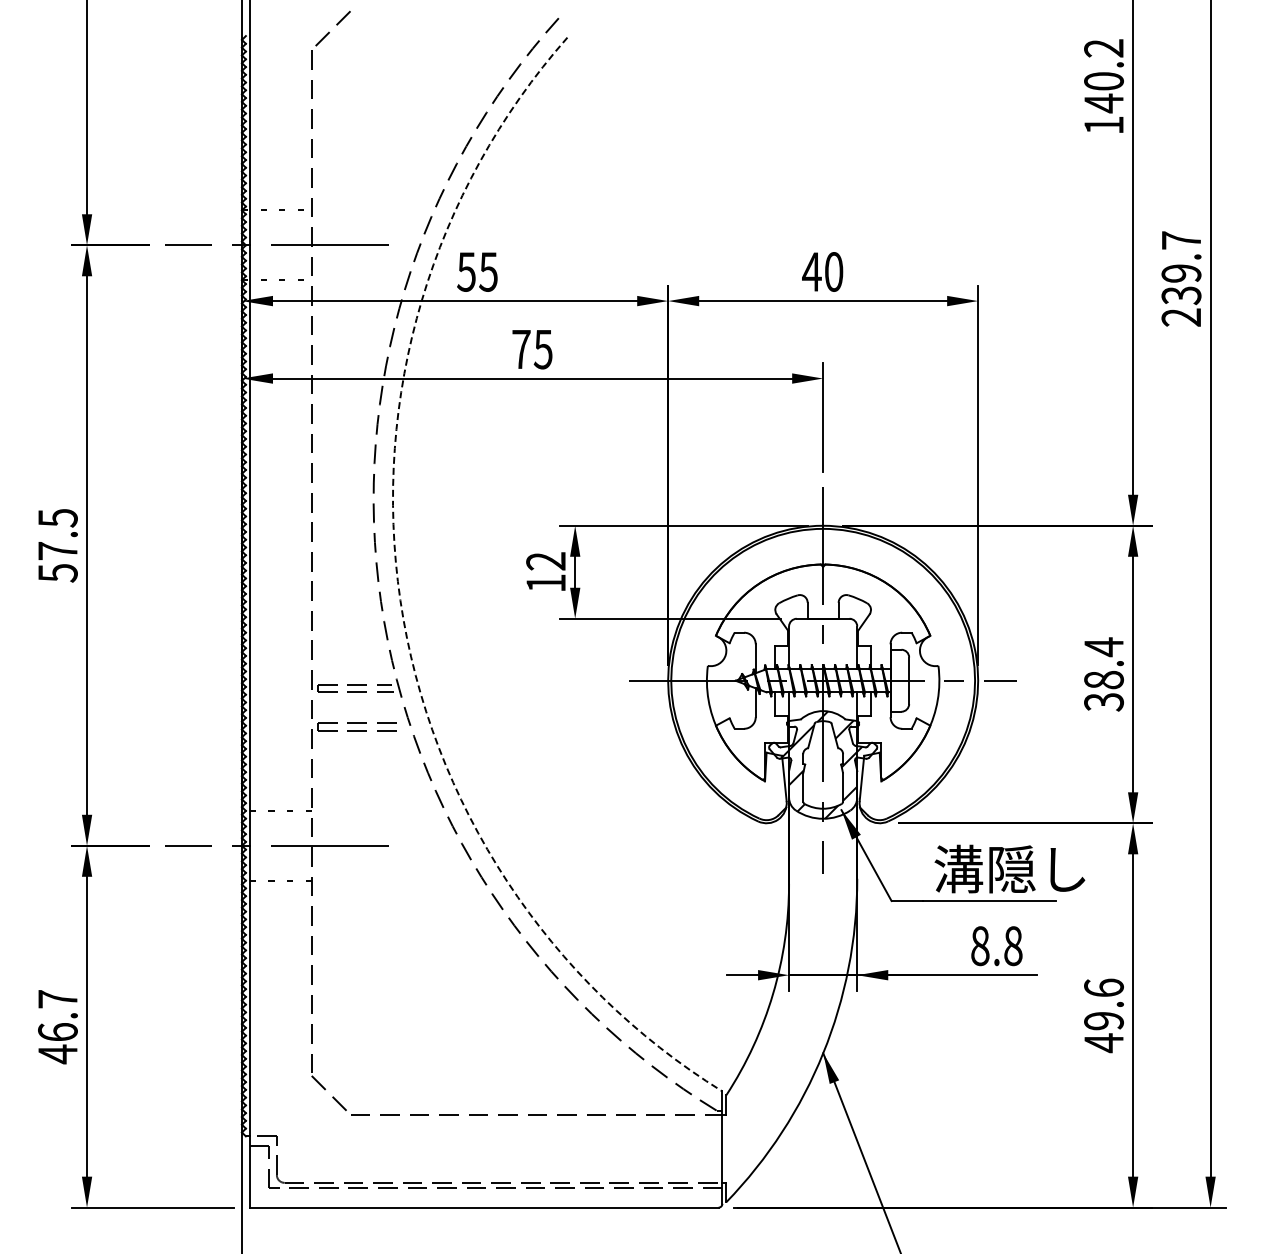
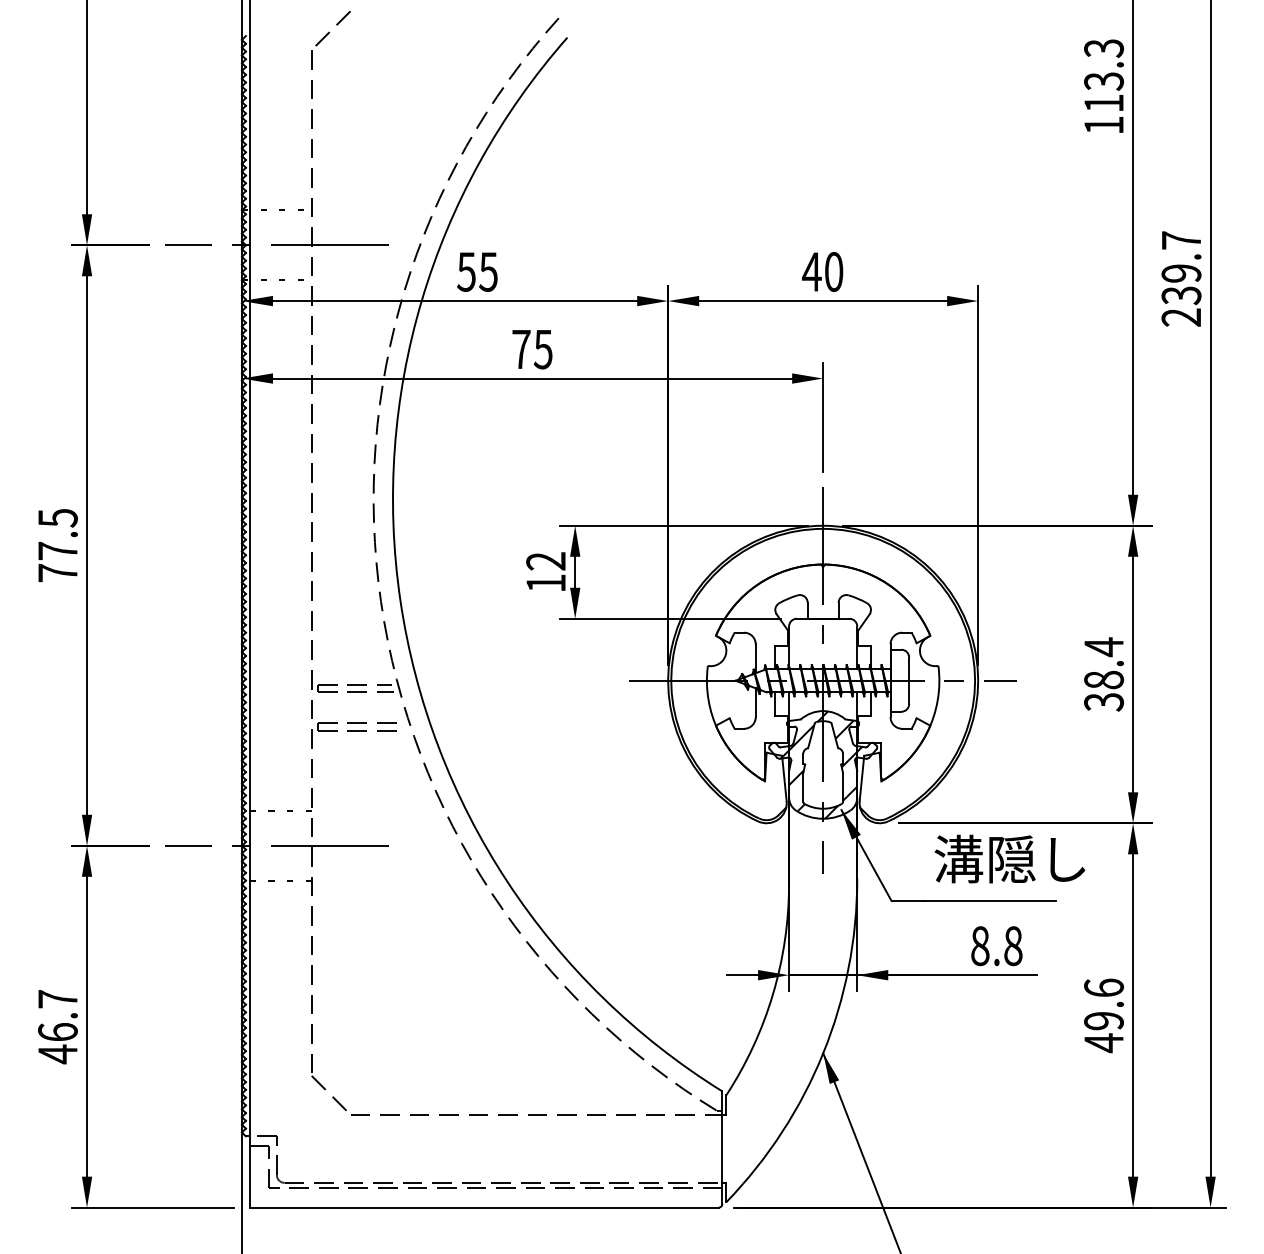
text at (1103, 76): 140.2 -> 113.3
text at (57, 573): 57.5 -> 77.5
arc at (400, 600): dashed -> solid
text at (1009, 868) position: (1009, 868) -> (1009, 858)
